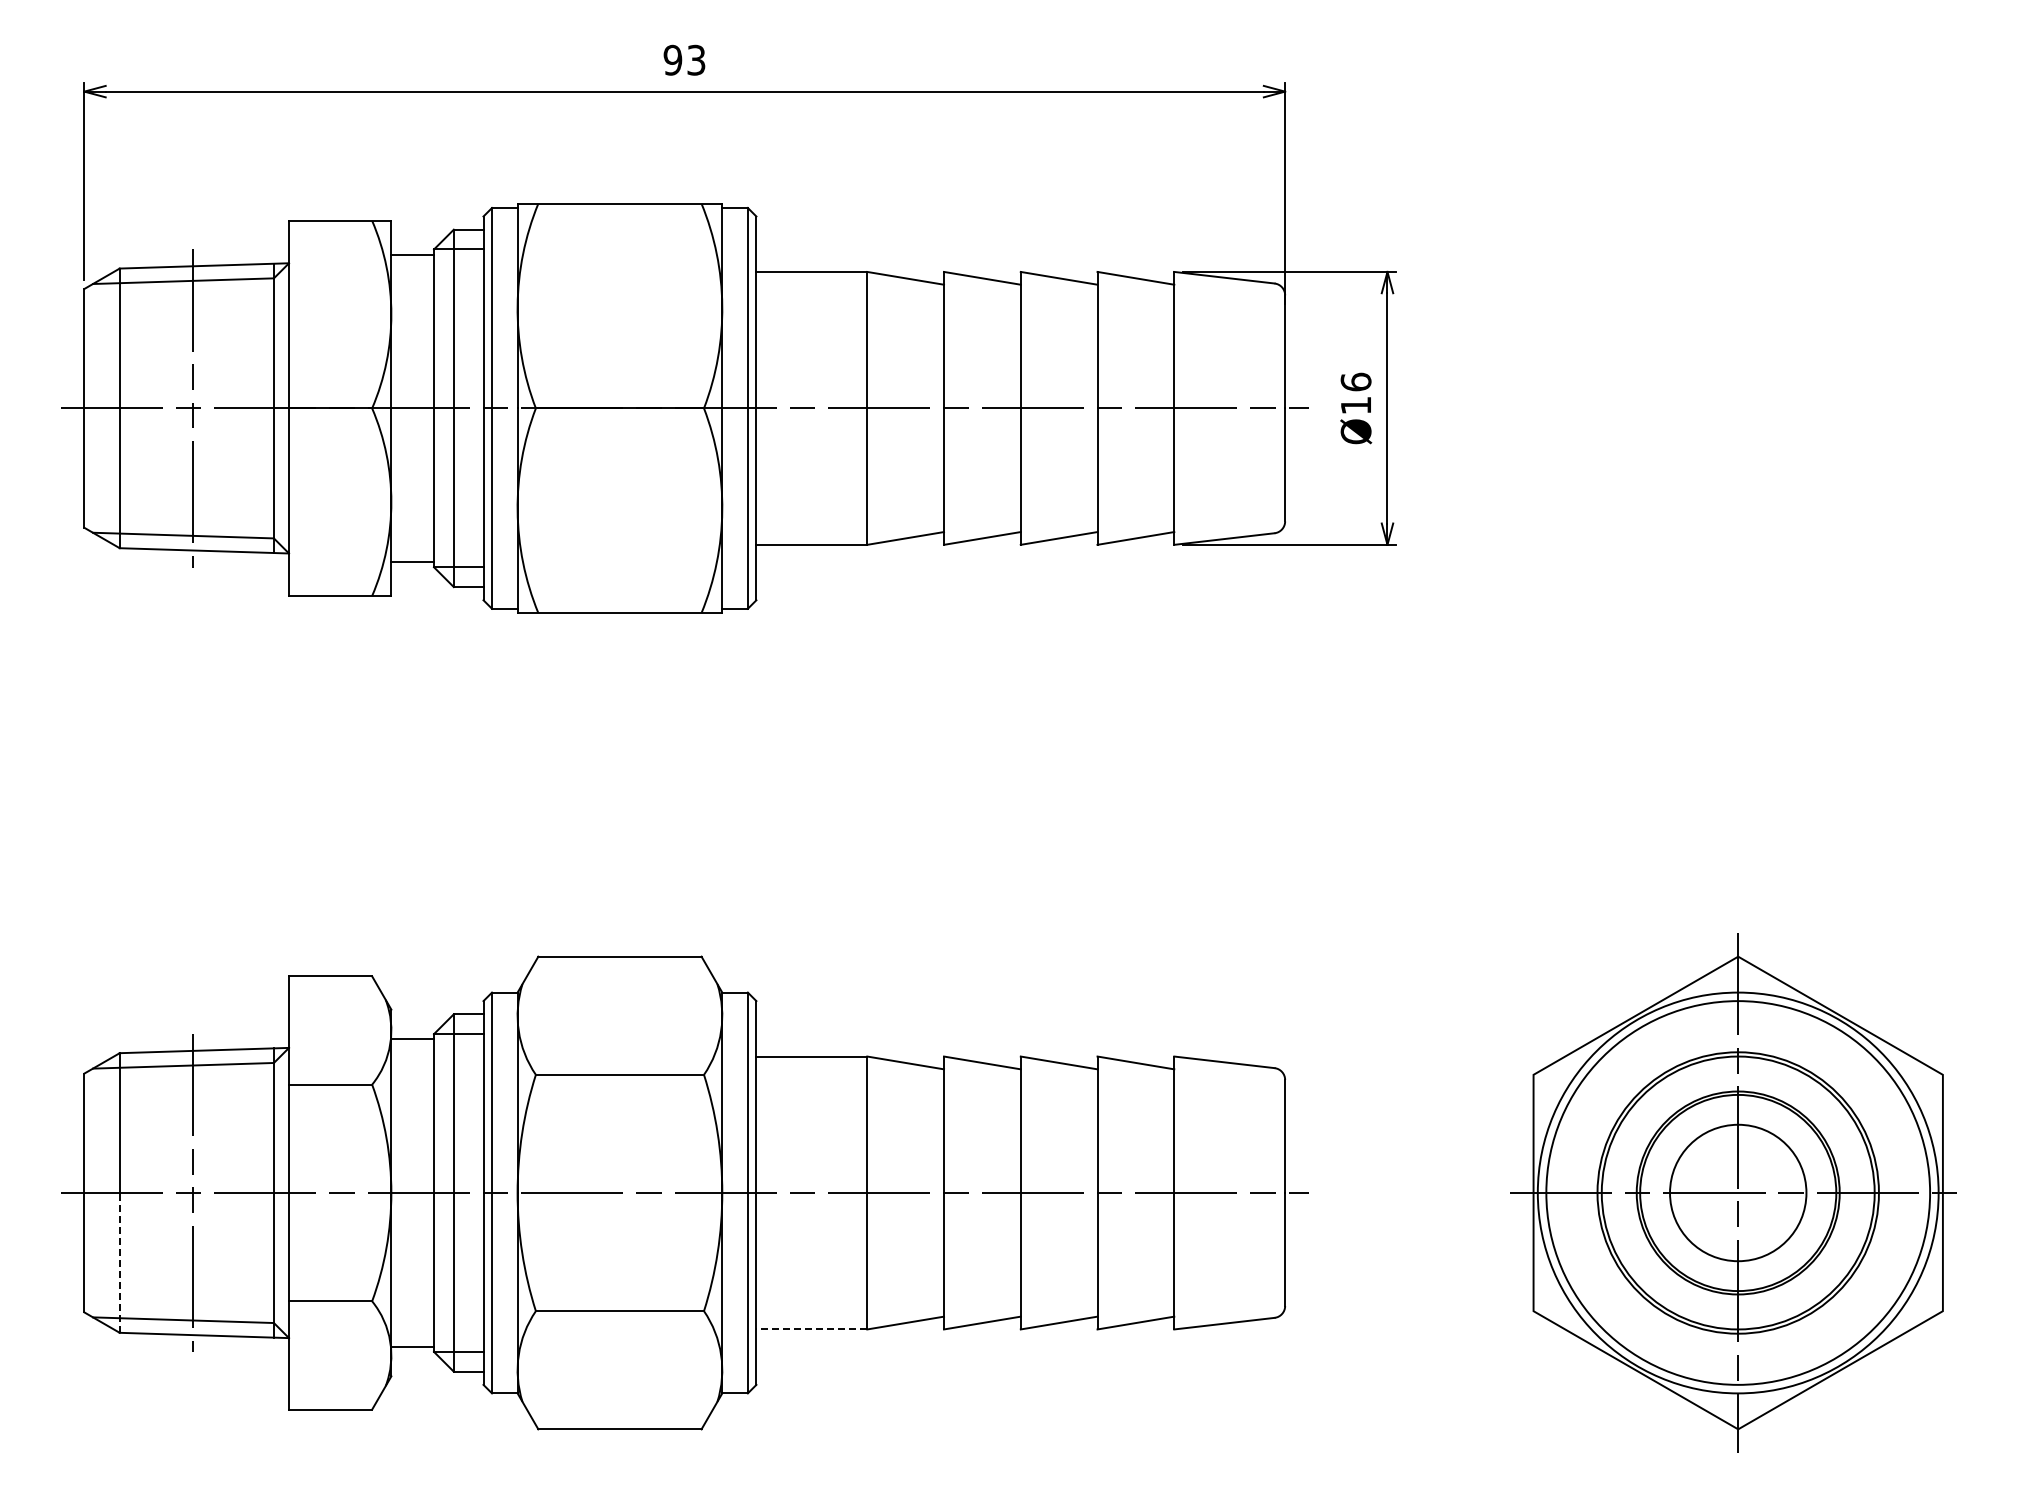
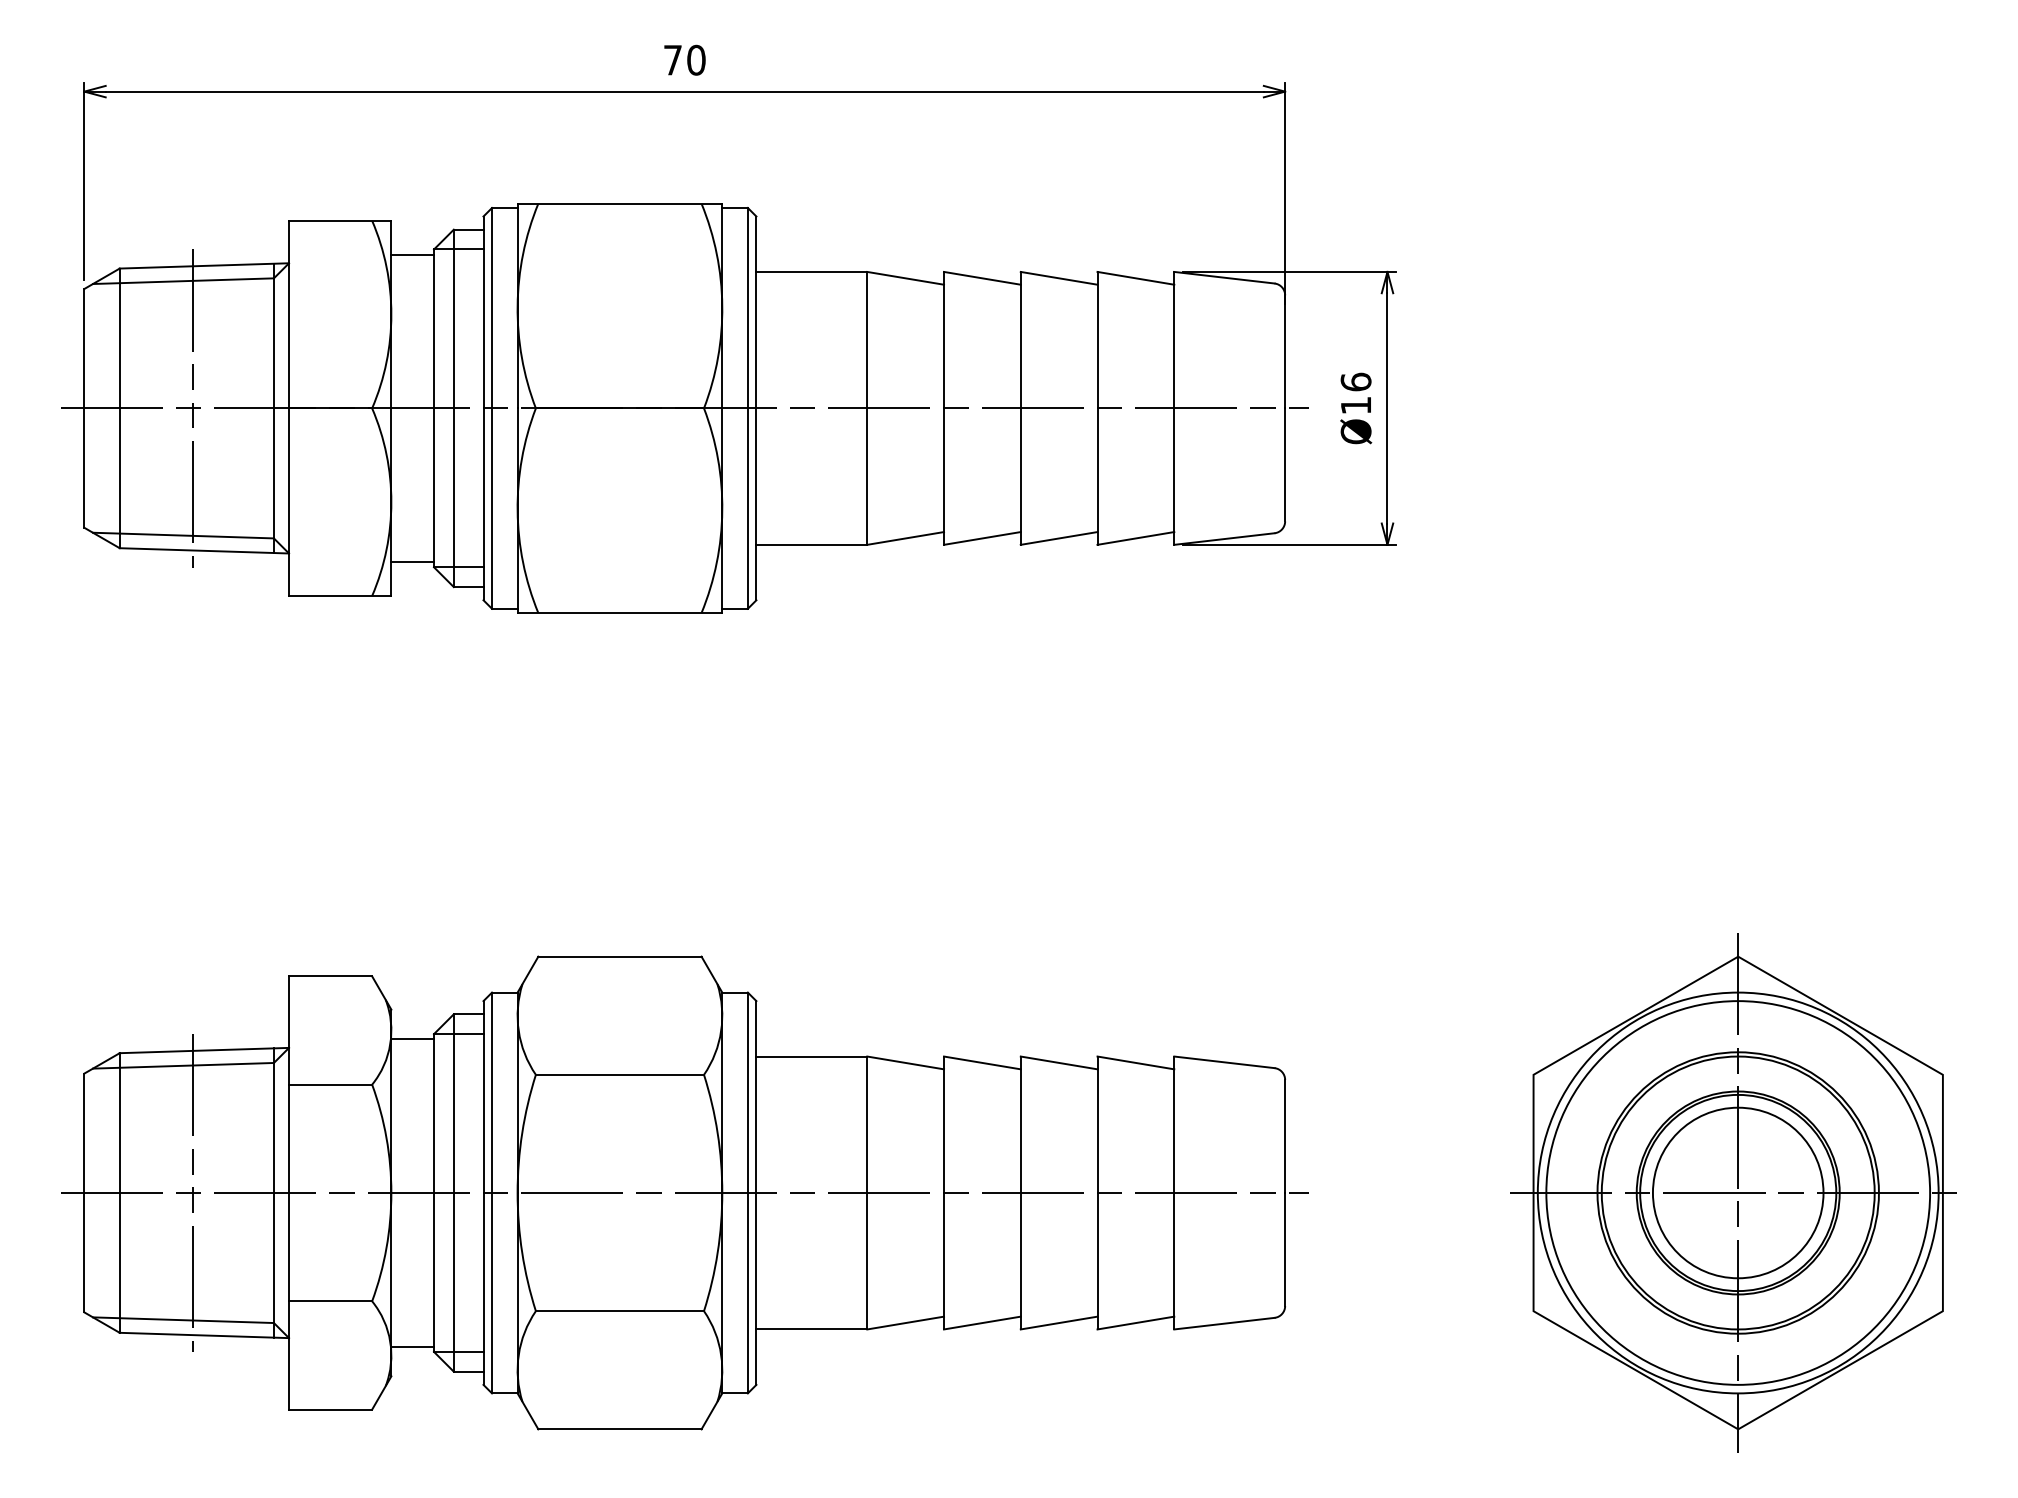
text at (684, 59): 93 -> 70
circle at (1738, 1192) diameter: 136 px -> 171 px
line at (119, 1262): dashed -> solid
line at (811, 1329): dashed -> solid
